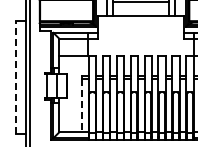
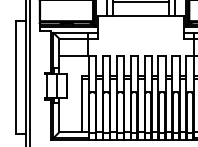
line at (15, 77): dashed -> solid
line at (82, 106): dashed -> solid
